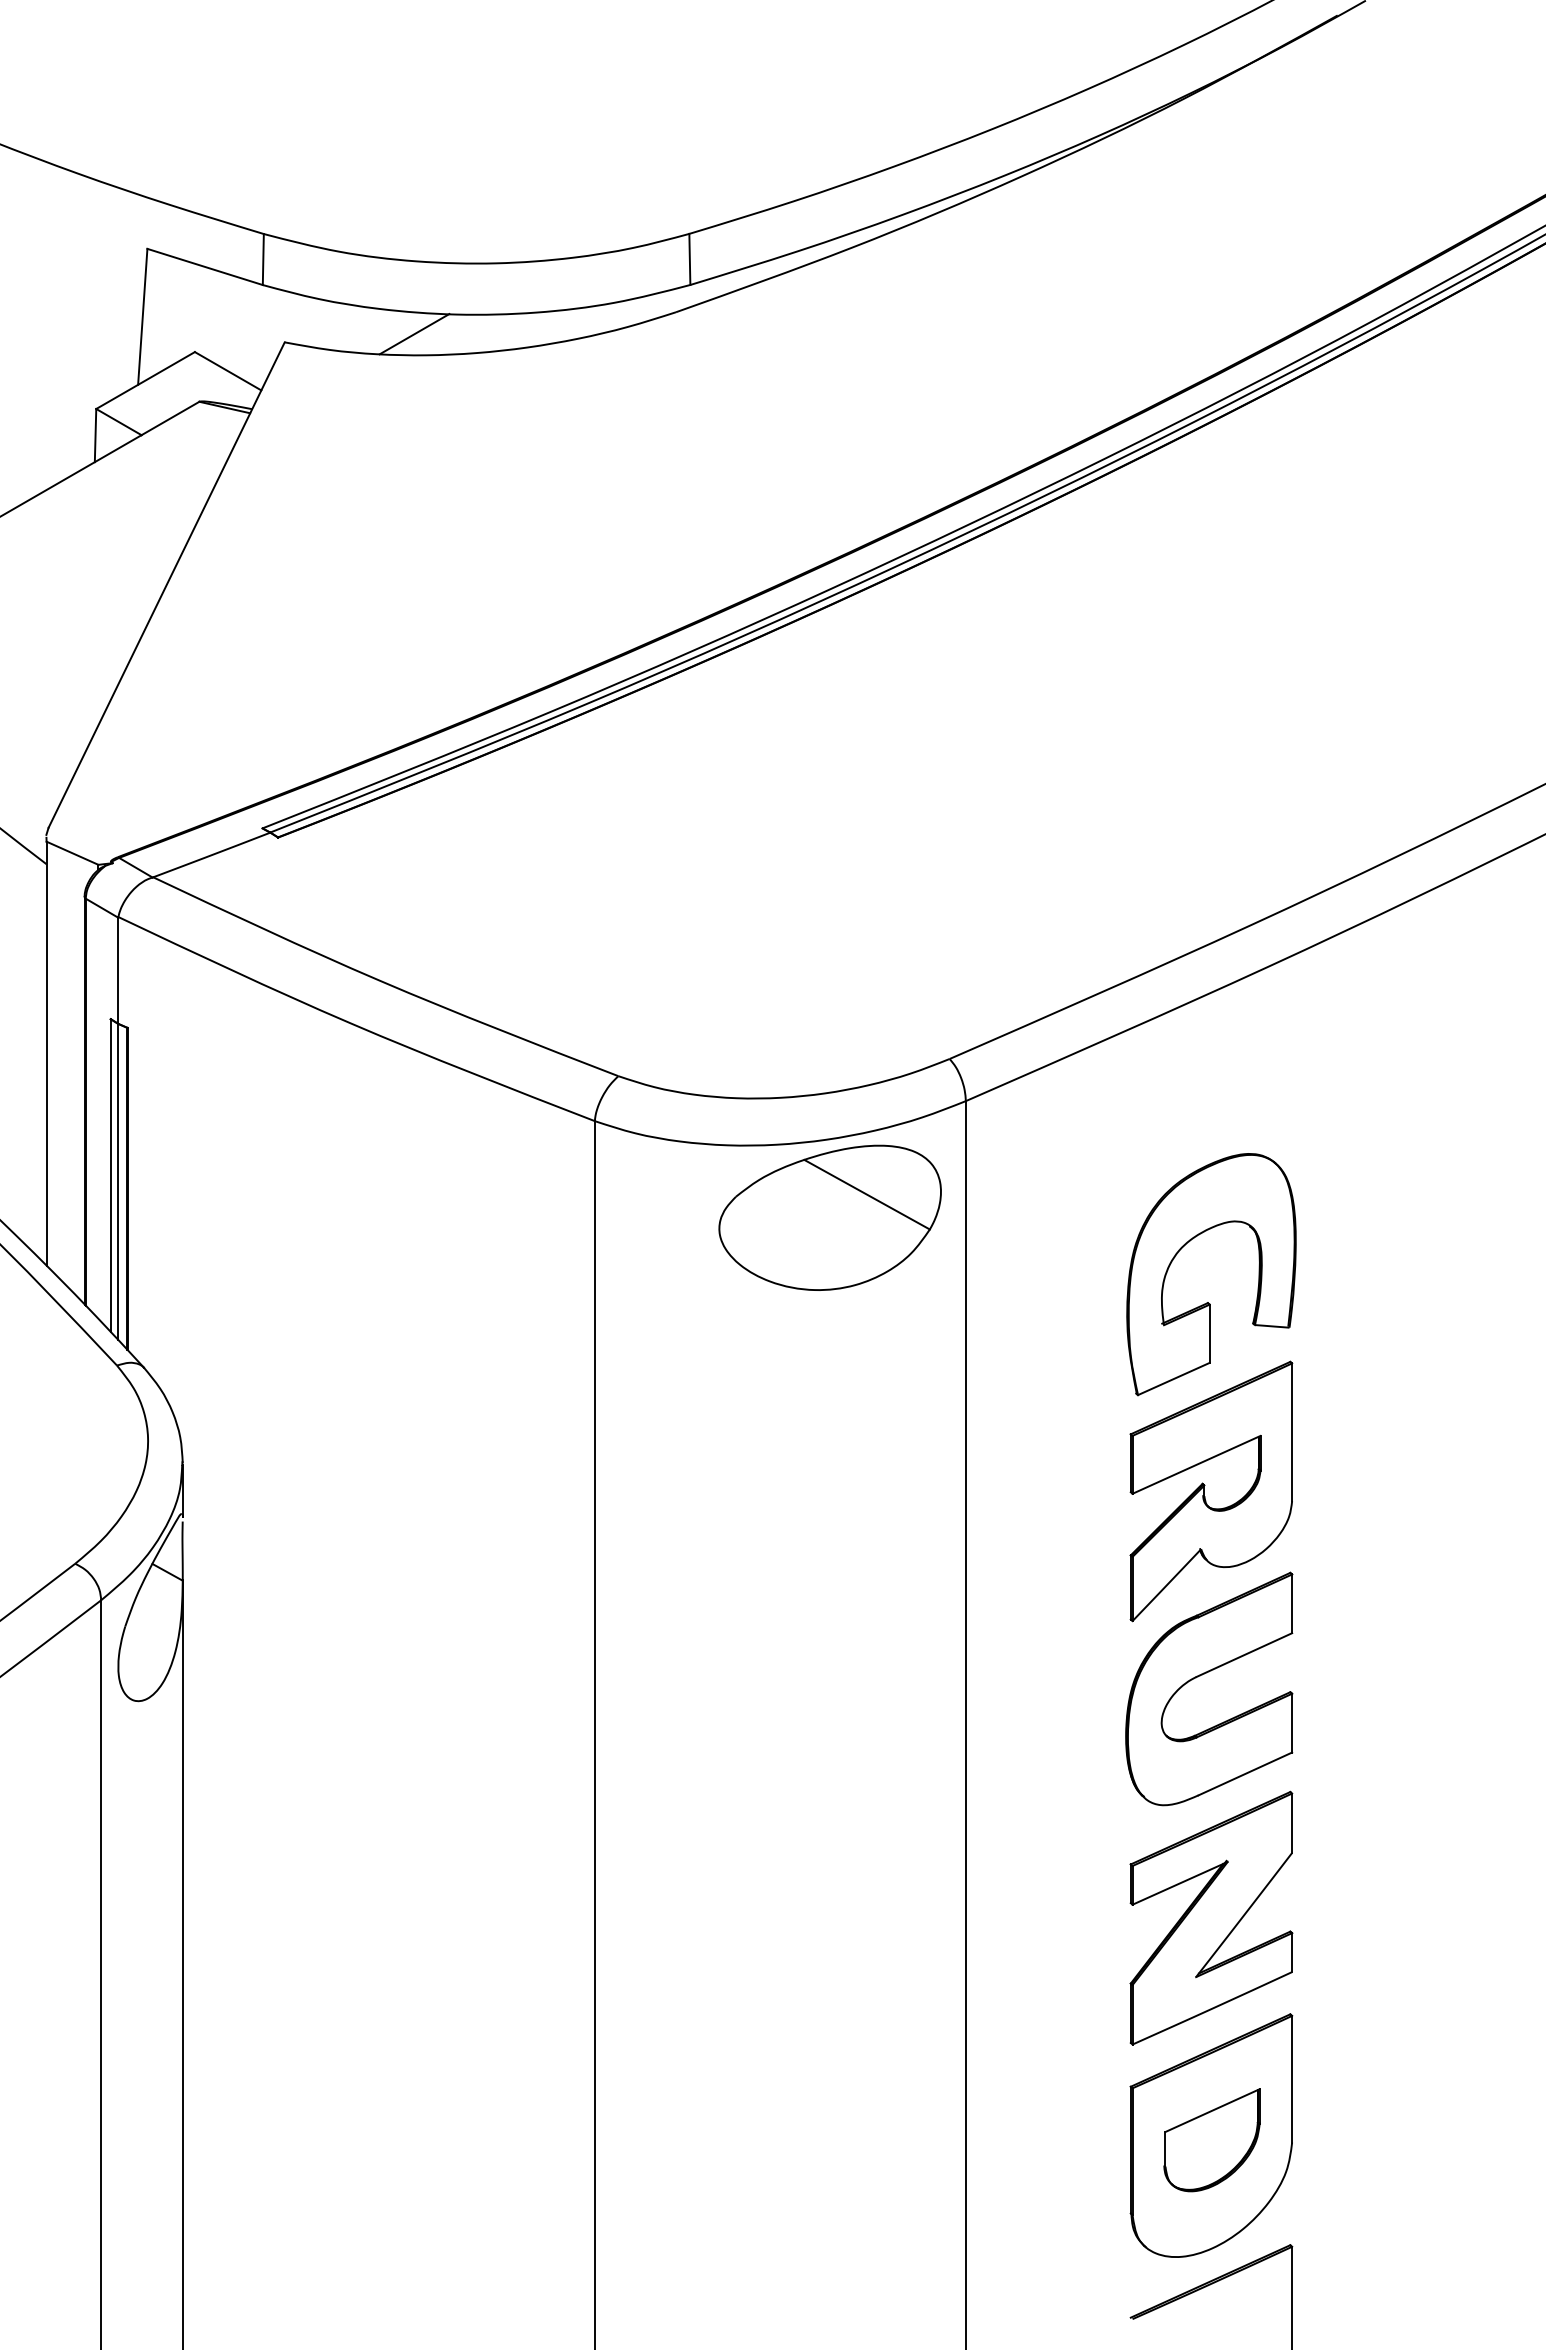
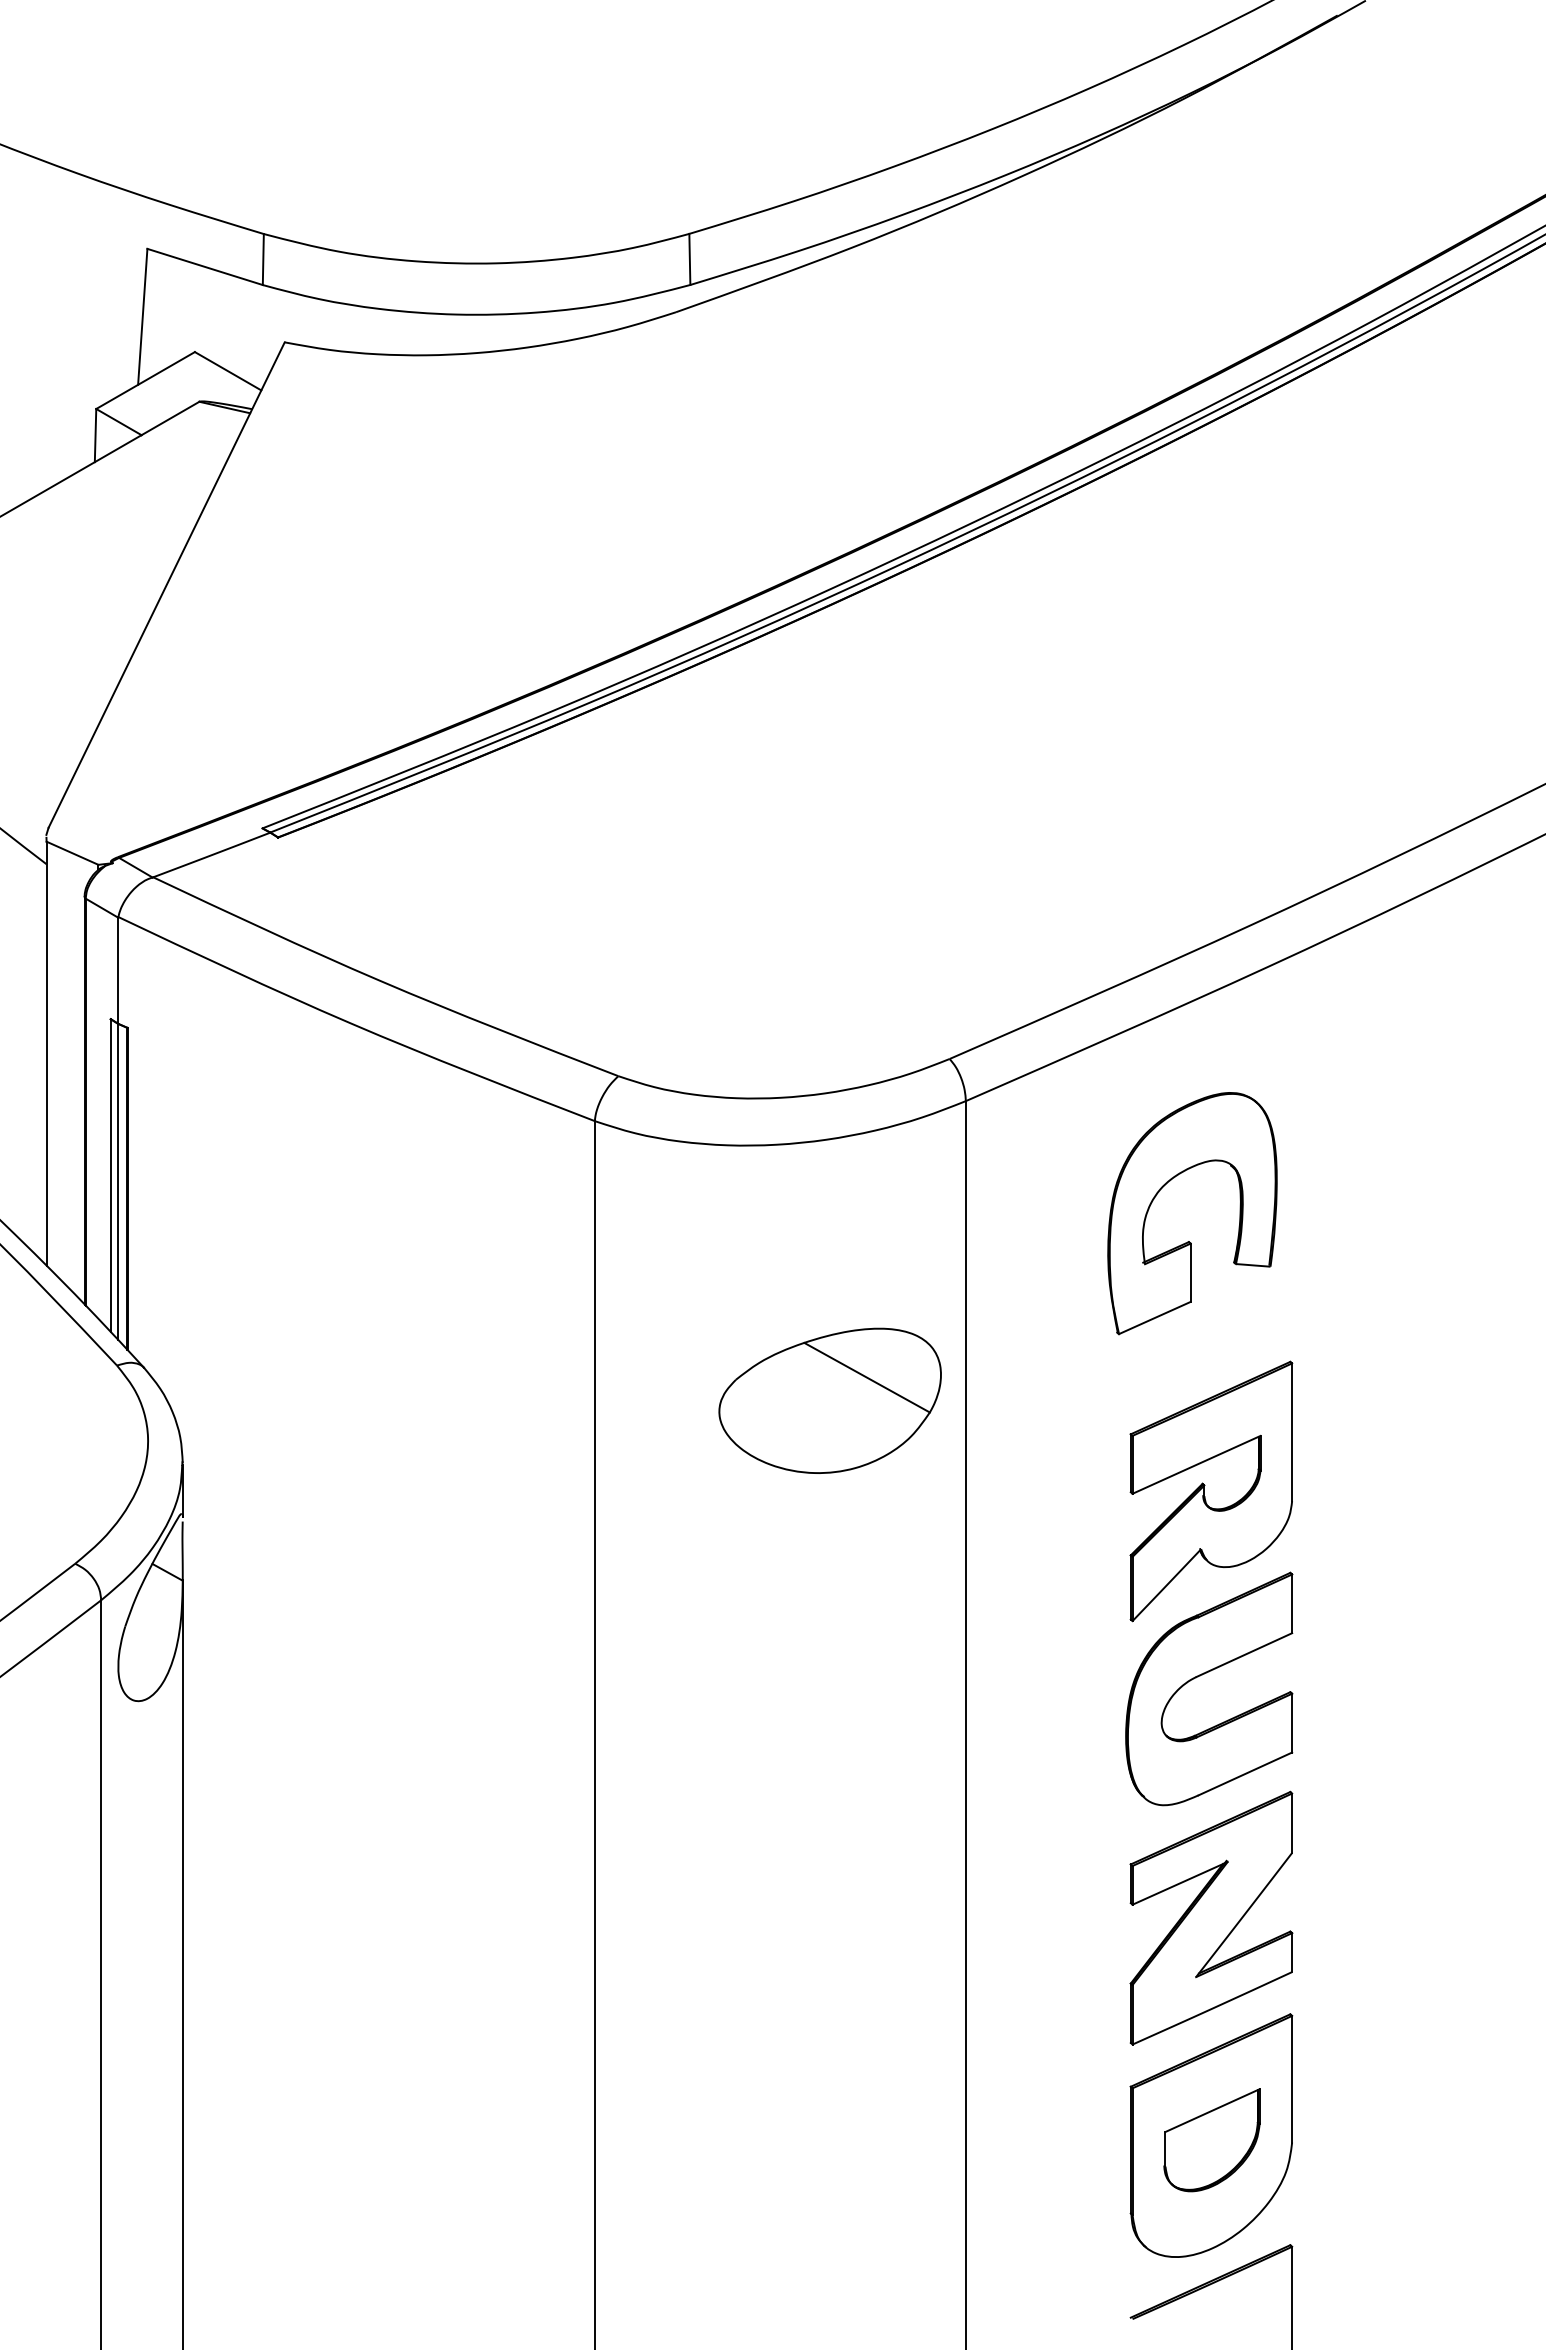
line at (414, 334): present -> none
part at (829, 1217) position: (829, 1217) -> (829, 1400)
part at (1208, 1302) position: (1208, 1302) -> (1189, 1241)
